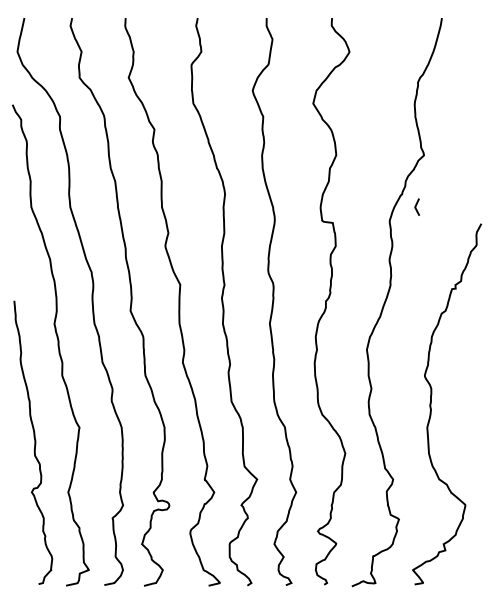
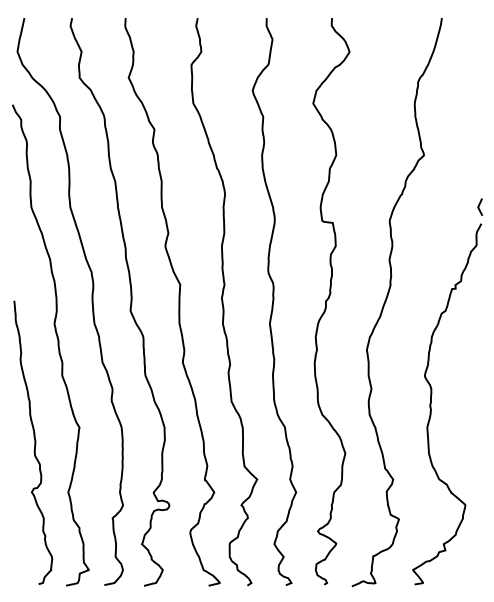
line at (416, 206) position: (416, 206) -> (479, 206)
